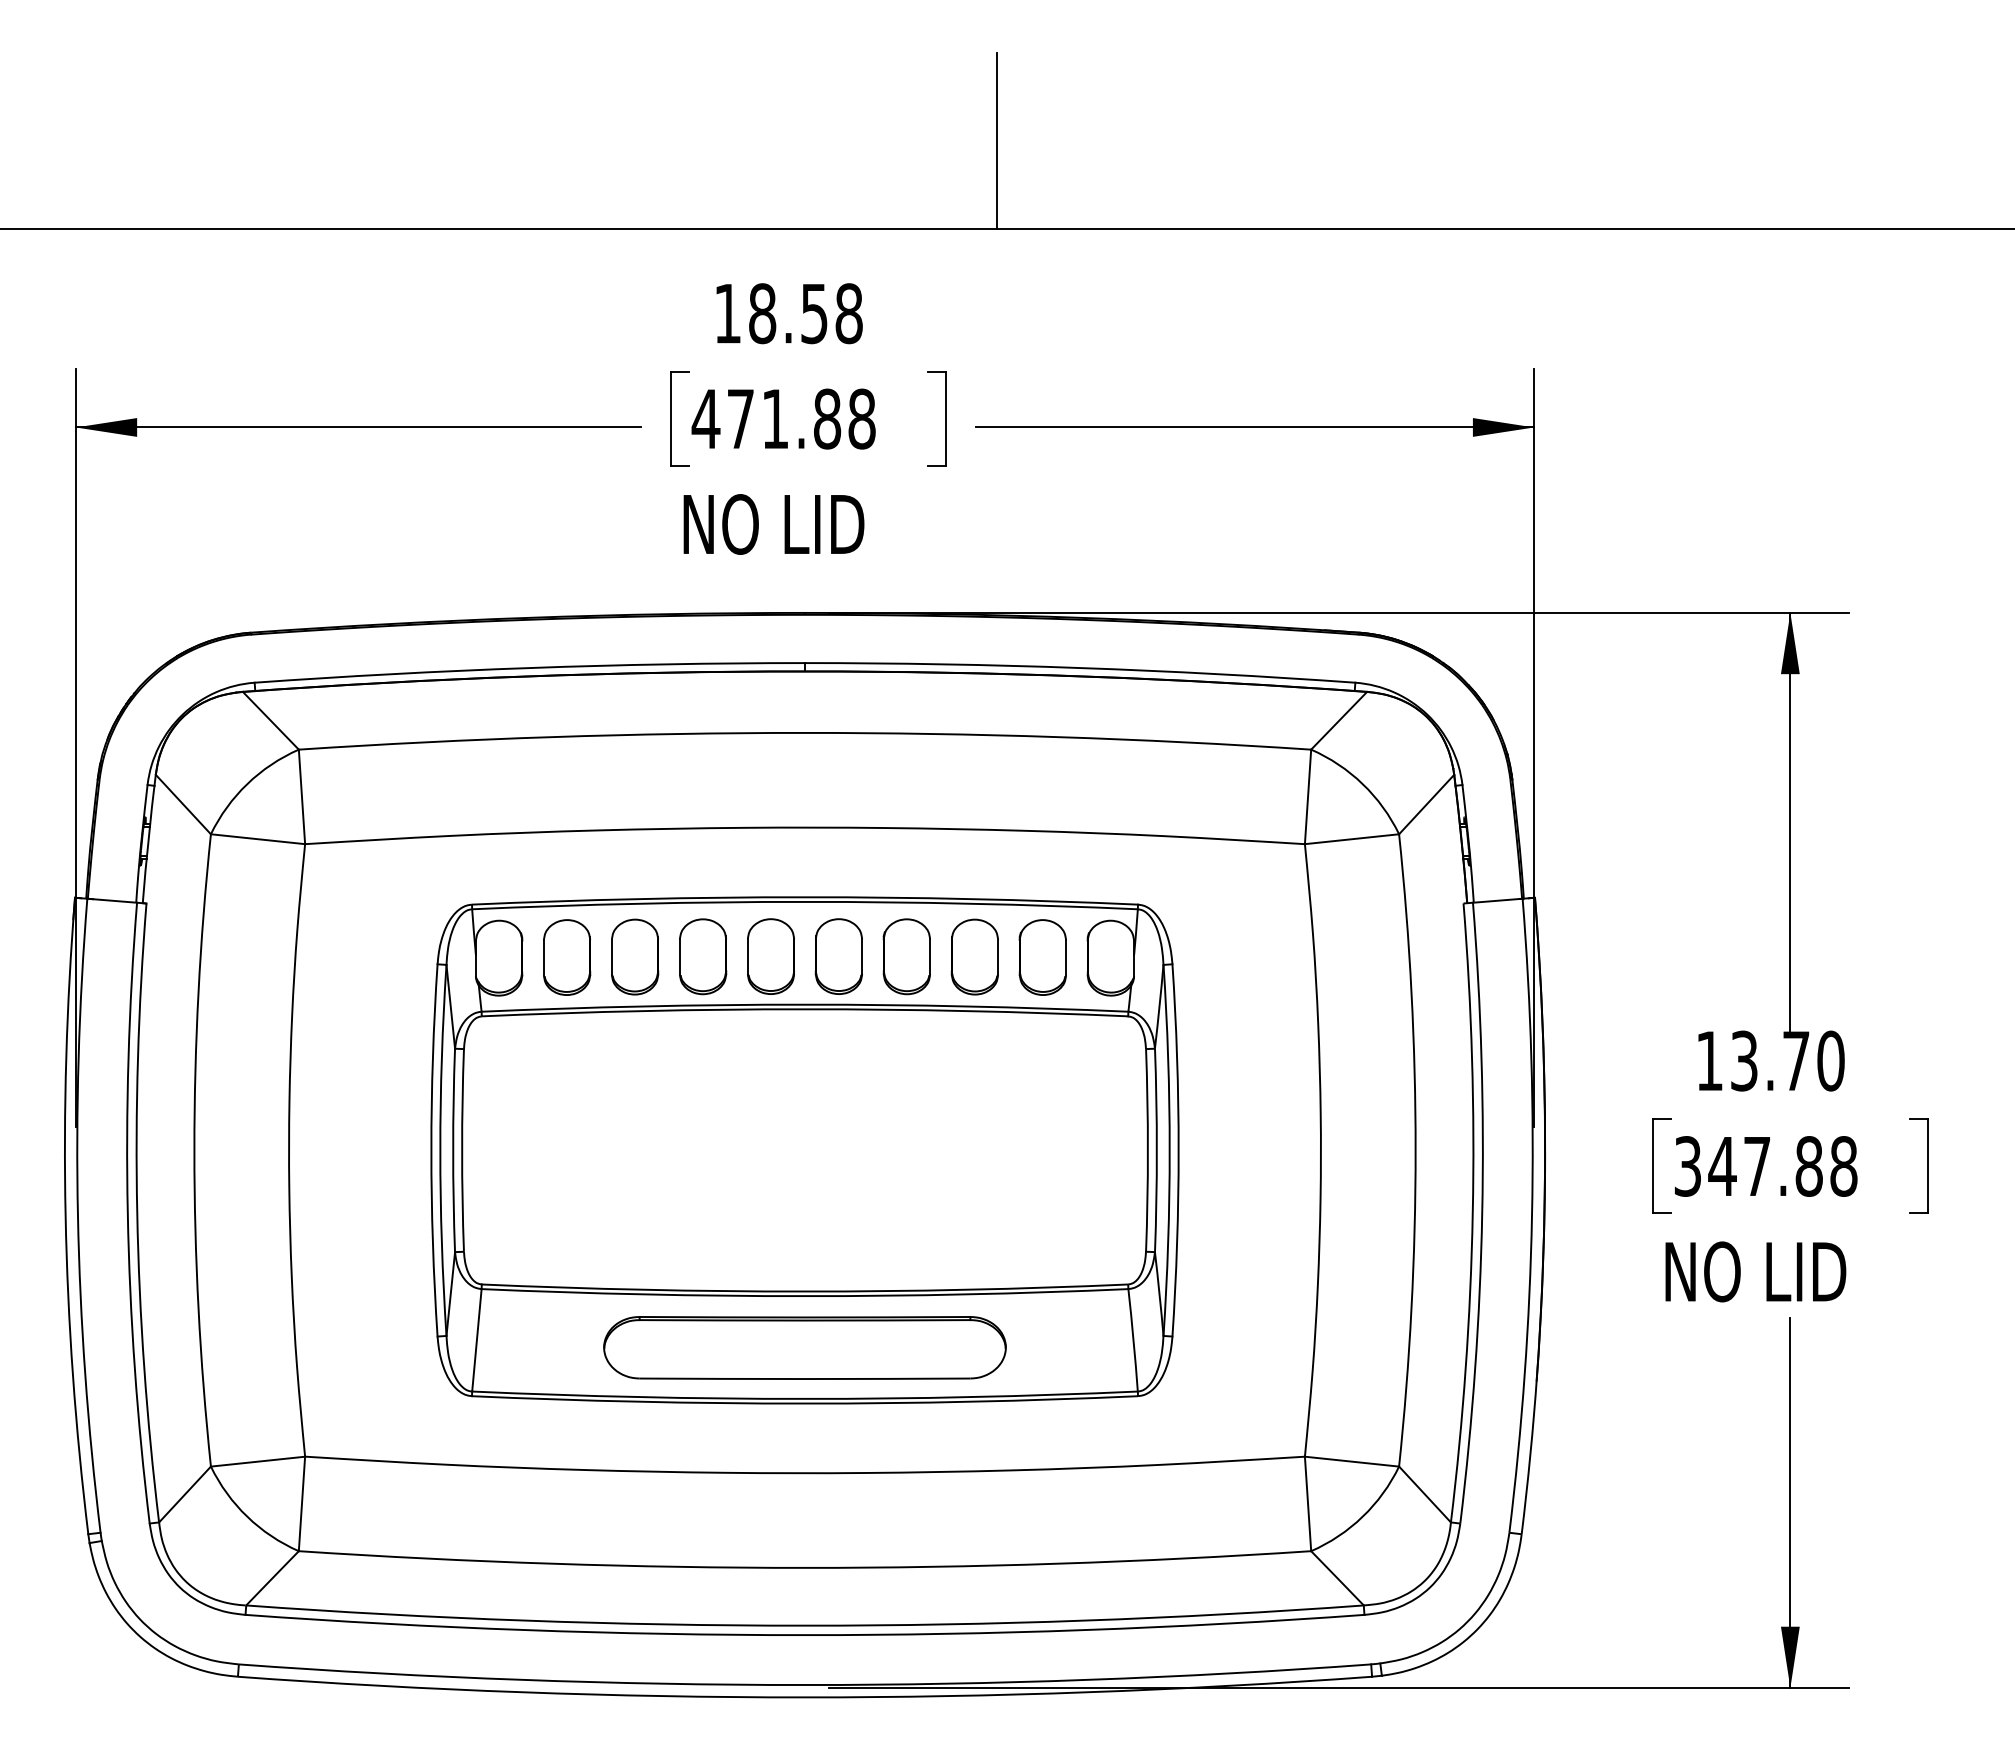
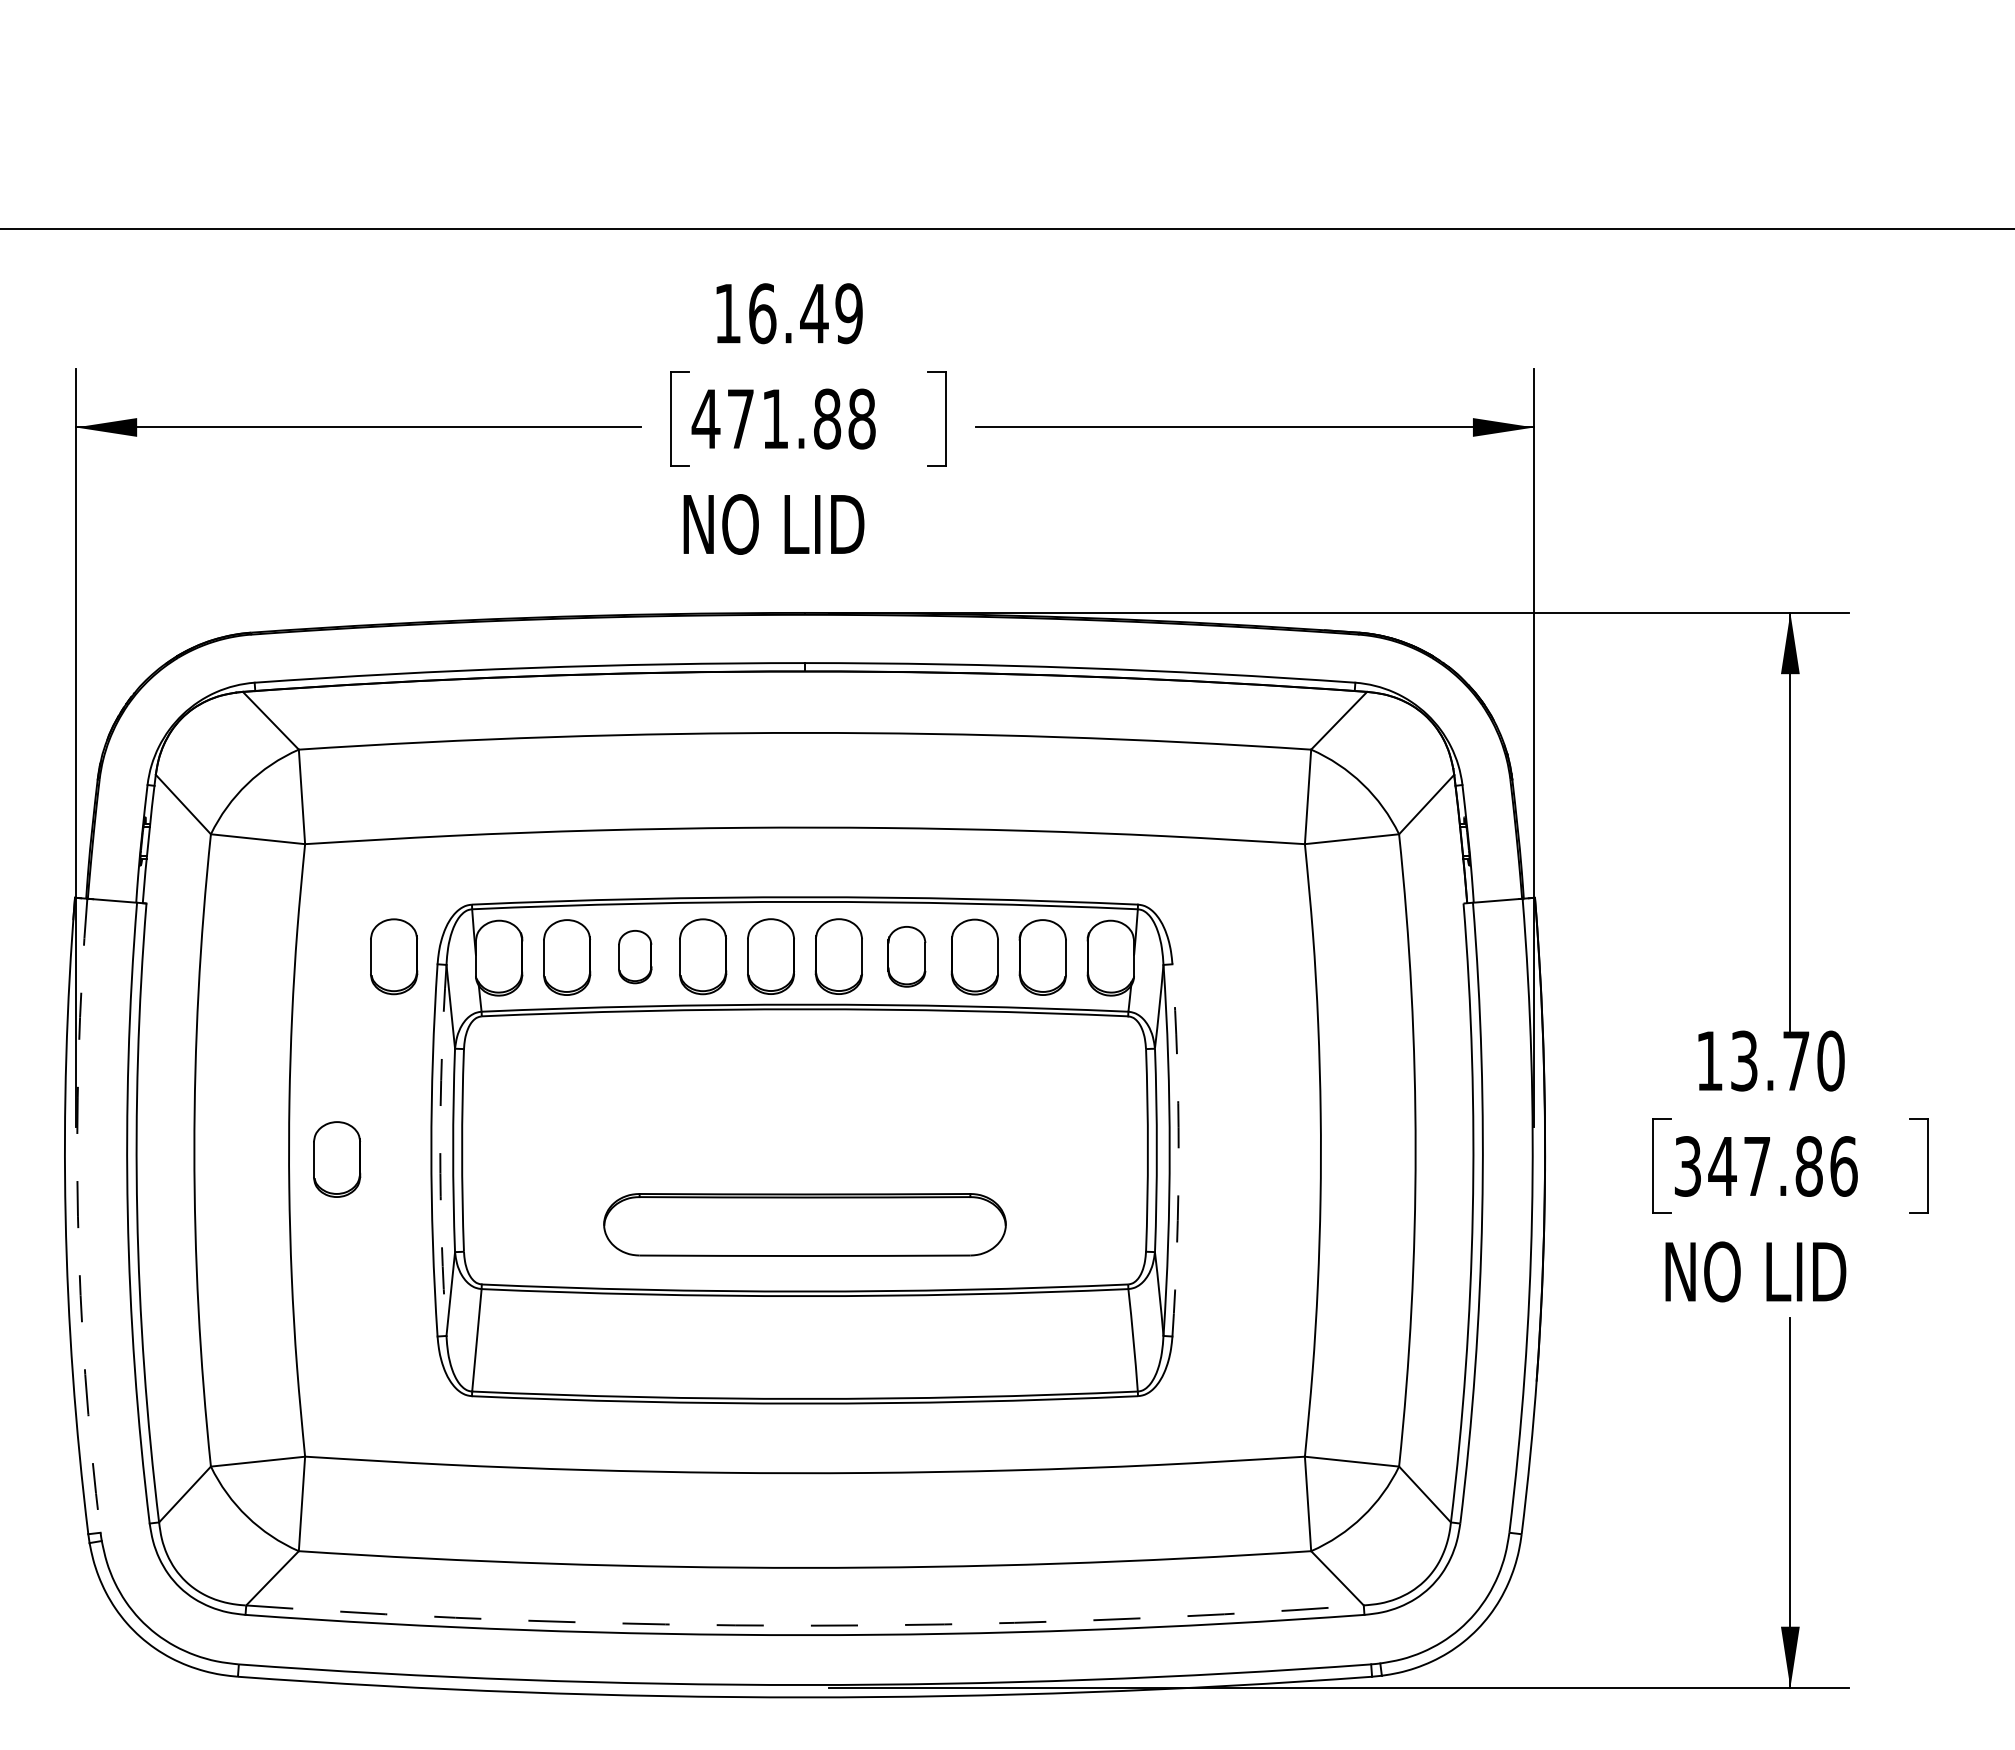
line at (997, 140): present -> none
text at (805, 313): 18.58 -> 16.49
part at (394, 956): none -> present
part at (635, 956) size: 49x78 px -> 35x55 px
part at (906, 956) size: 49x78 px -> 40x62 px
arc at (440, 1150): solid -> dashed
arc at (1178, 1150): solid -> dashed
part at (337, 1159): none -> present
text at (1843, 1166): 347.88 -> 347.86
arc at (77, 1216): solid -> dashed
part at (804, 1347) position: (804, 1347) -> (804, 1224)
arc at (805, 1625): solid -> dashed
